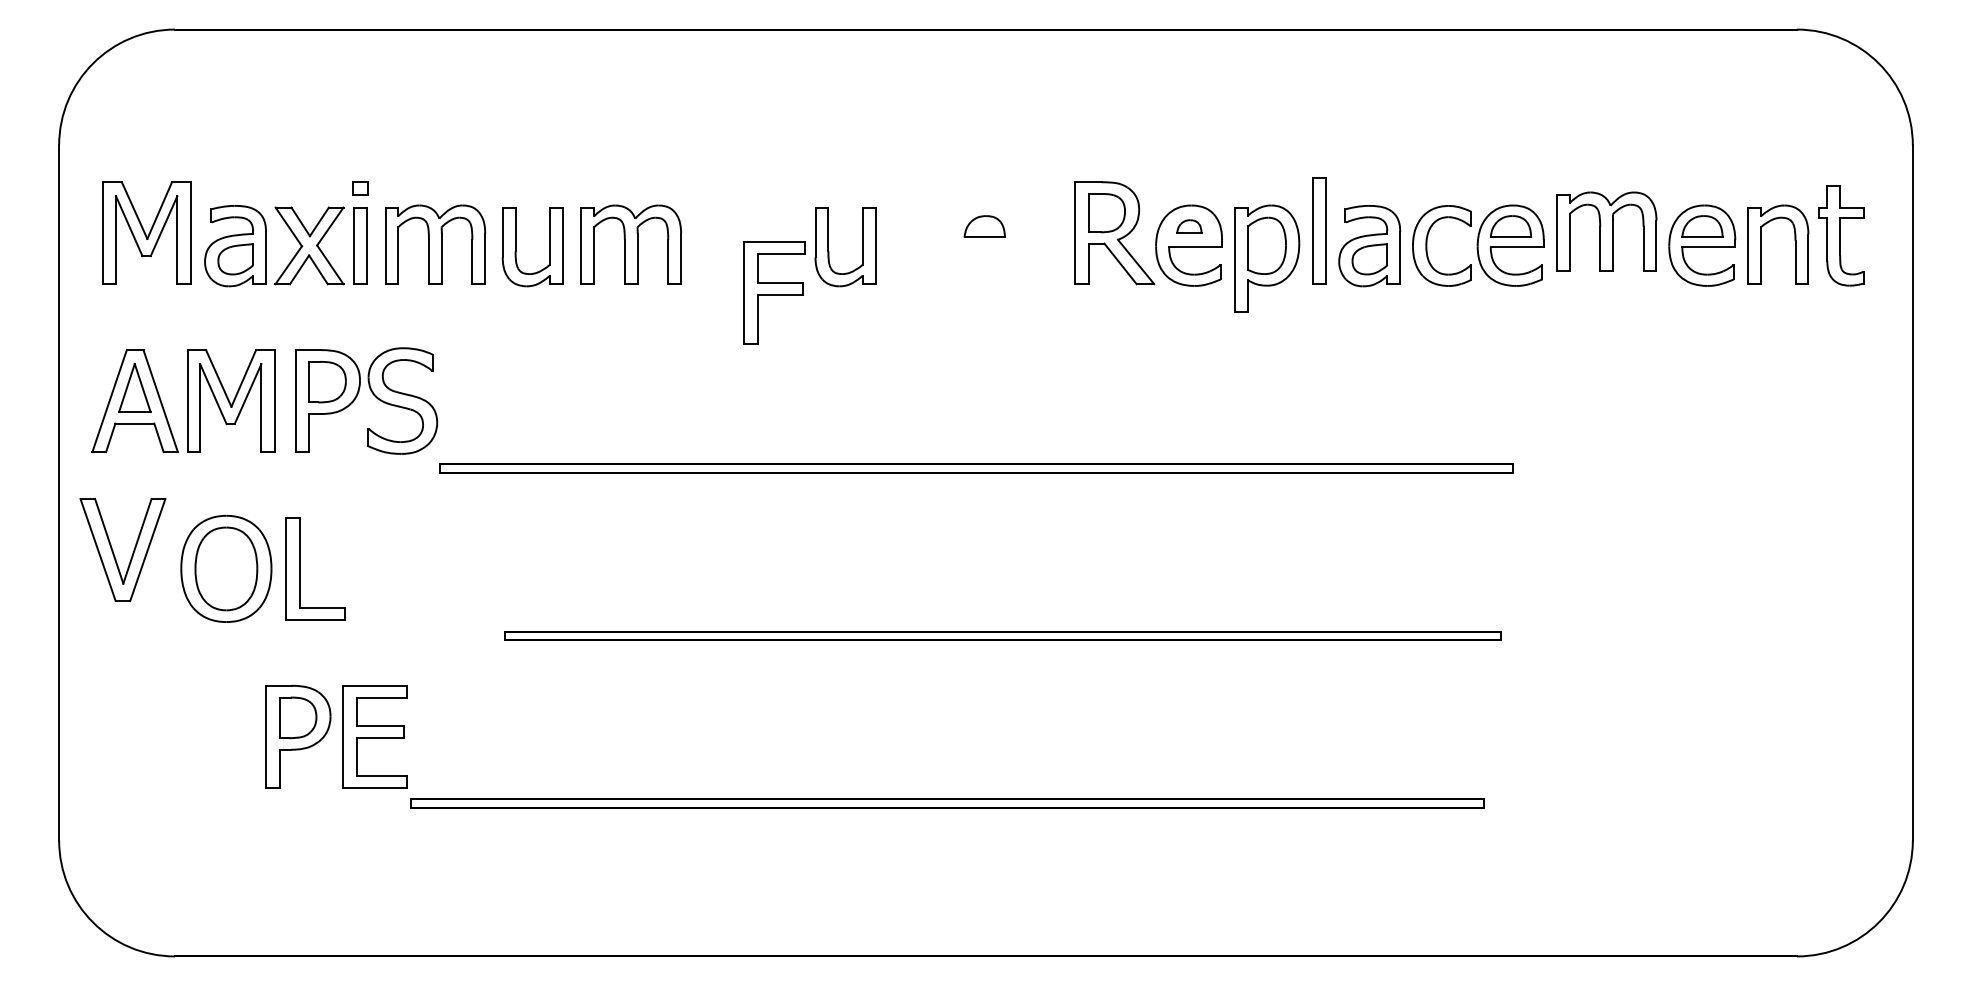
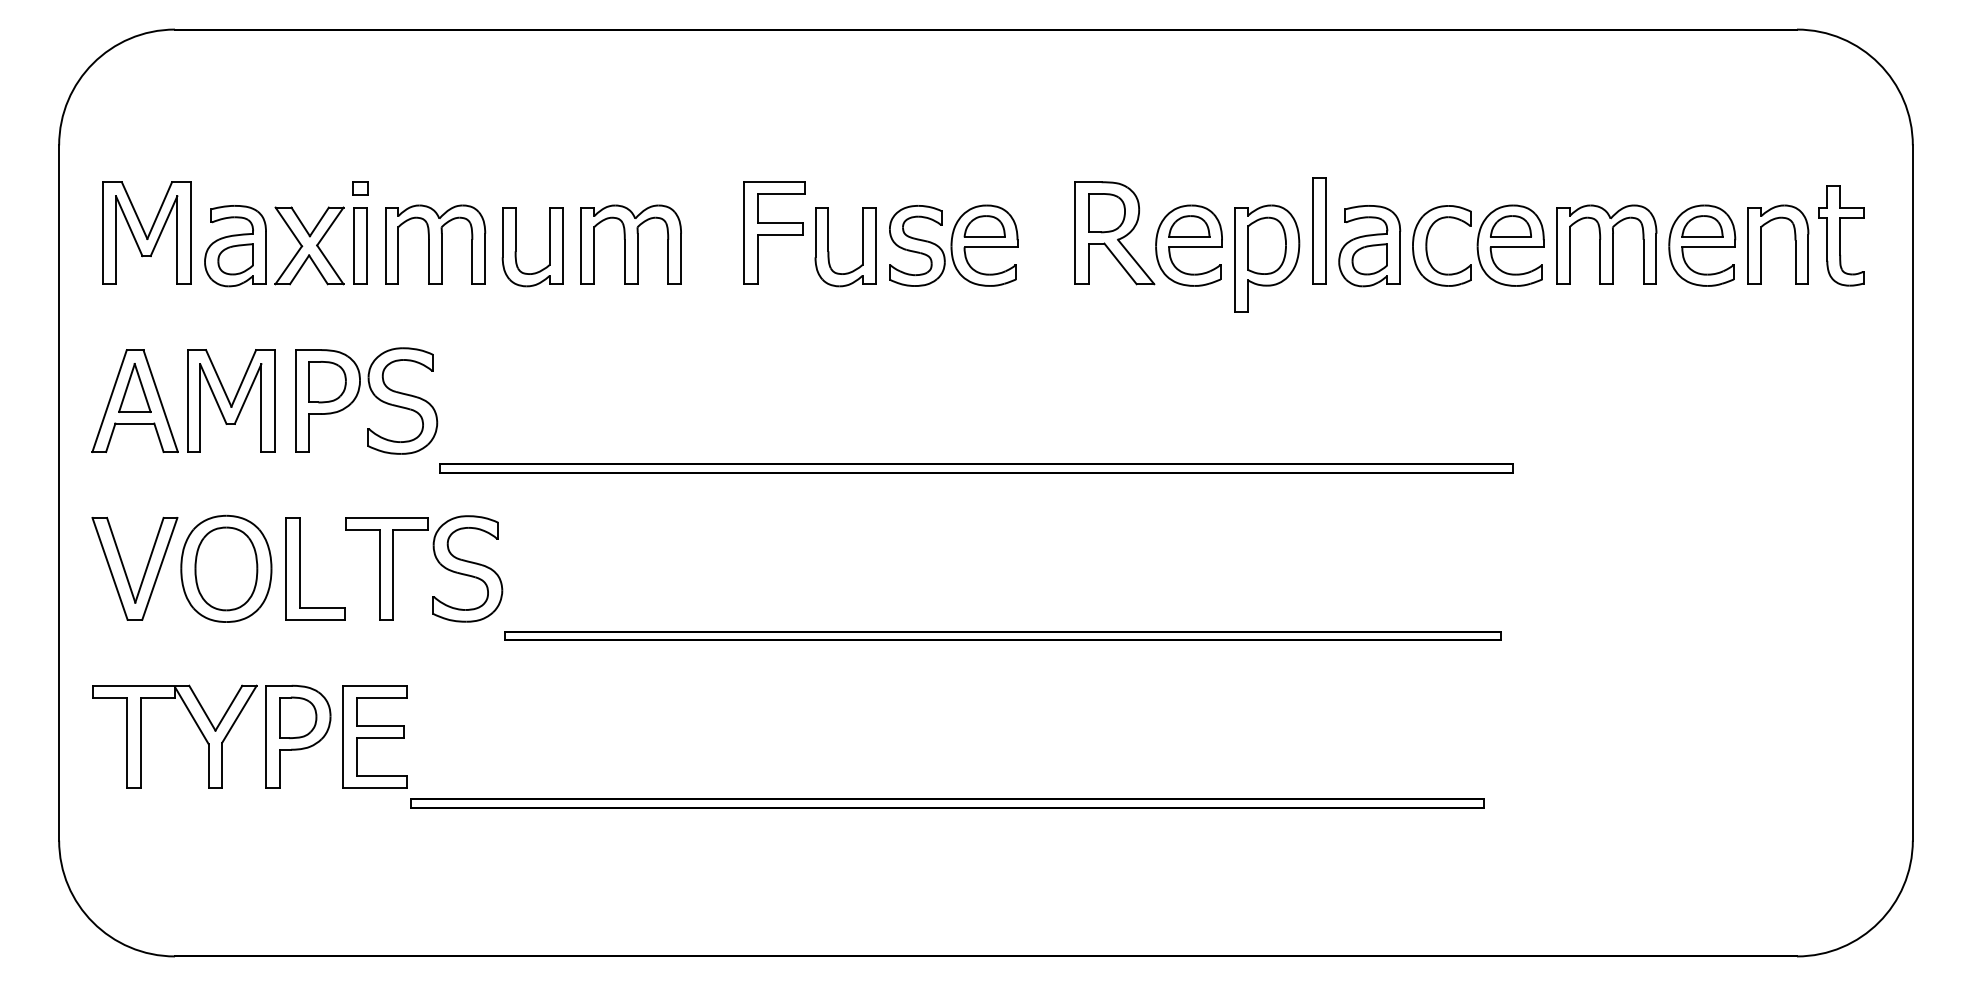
part at (1189, 226) size: 27x15 px -> 43x23 px
part at (1606, 231) position: (1606, 231) -> (1606, 244)
part at (953, 245): none -> present
part at (774, 292) position: (774, 292) -> (774, 232)
part at (114, 553) position: (114, 553) -> (126, 572)
part at (436, 560): none -> present
part at (194, 722): none -> present
